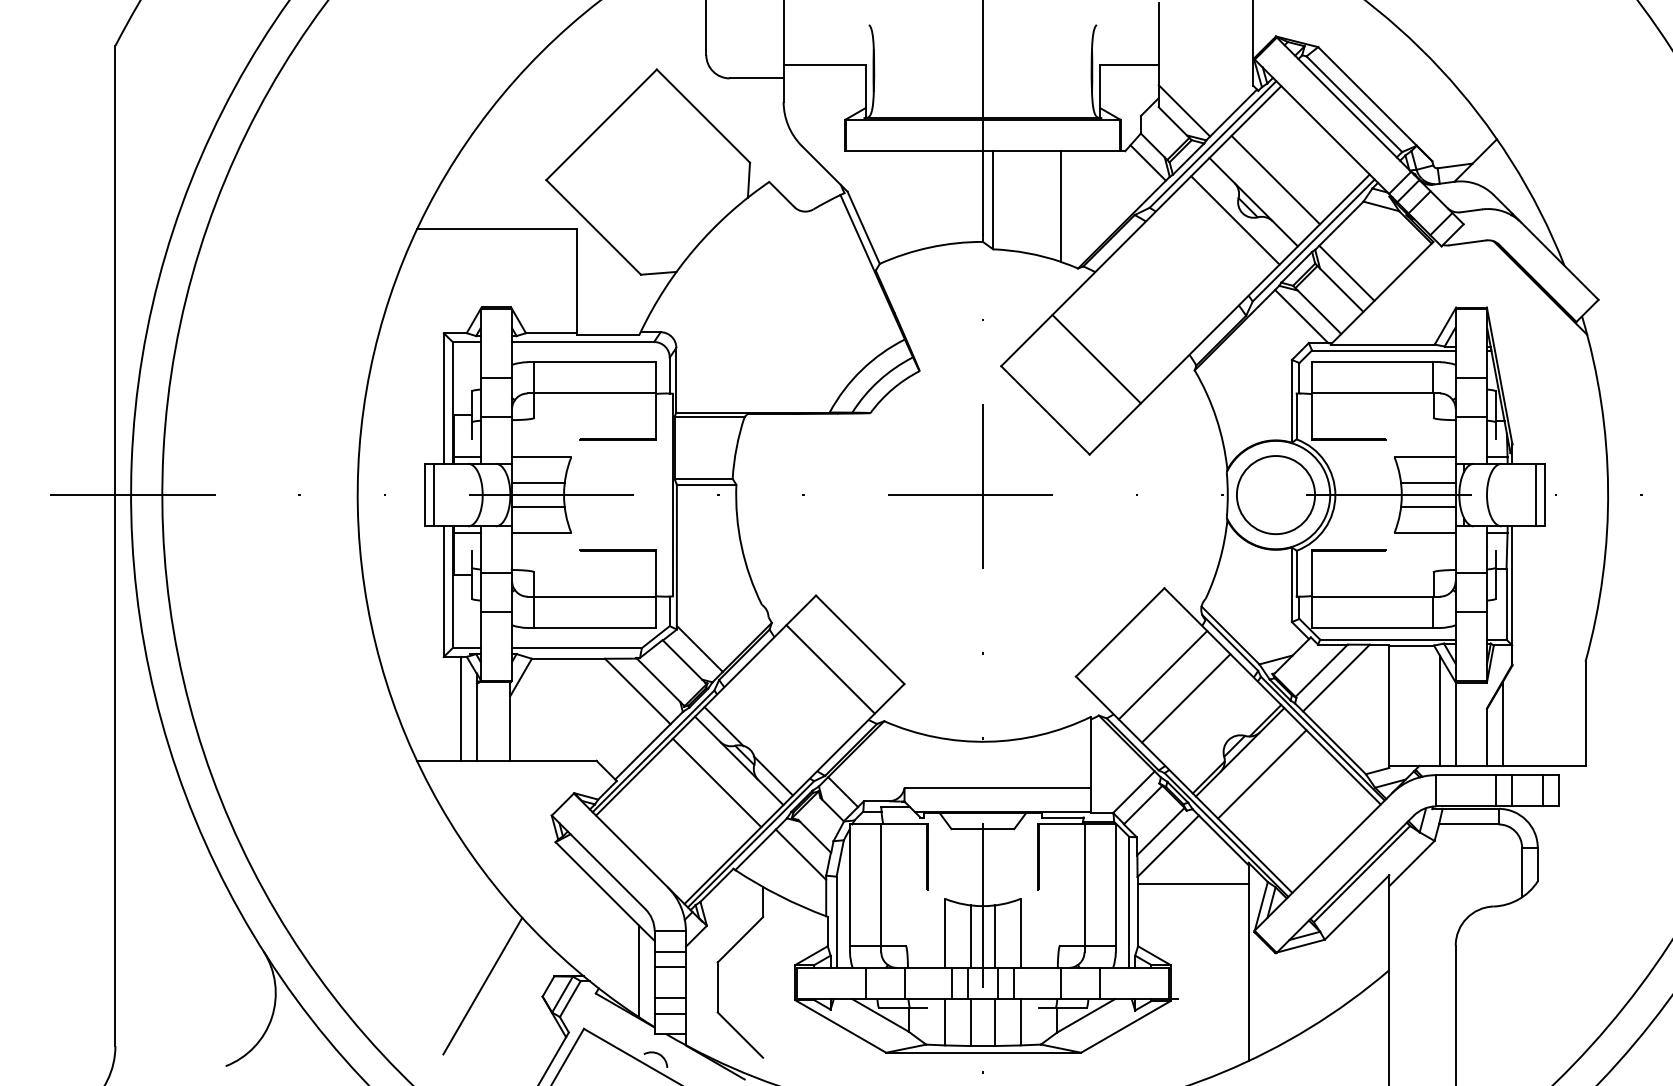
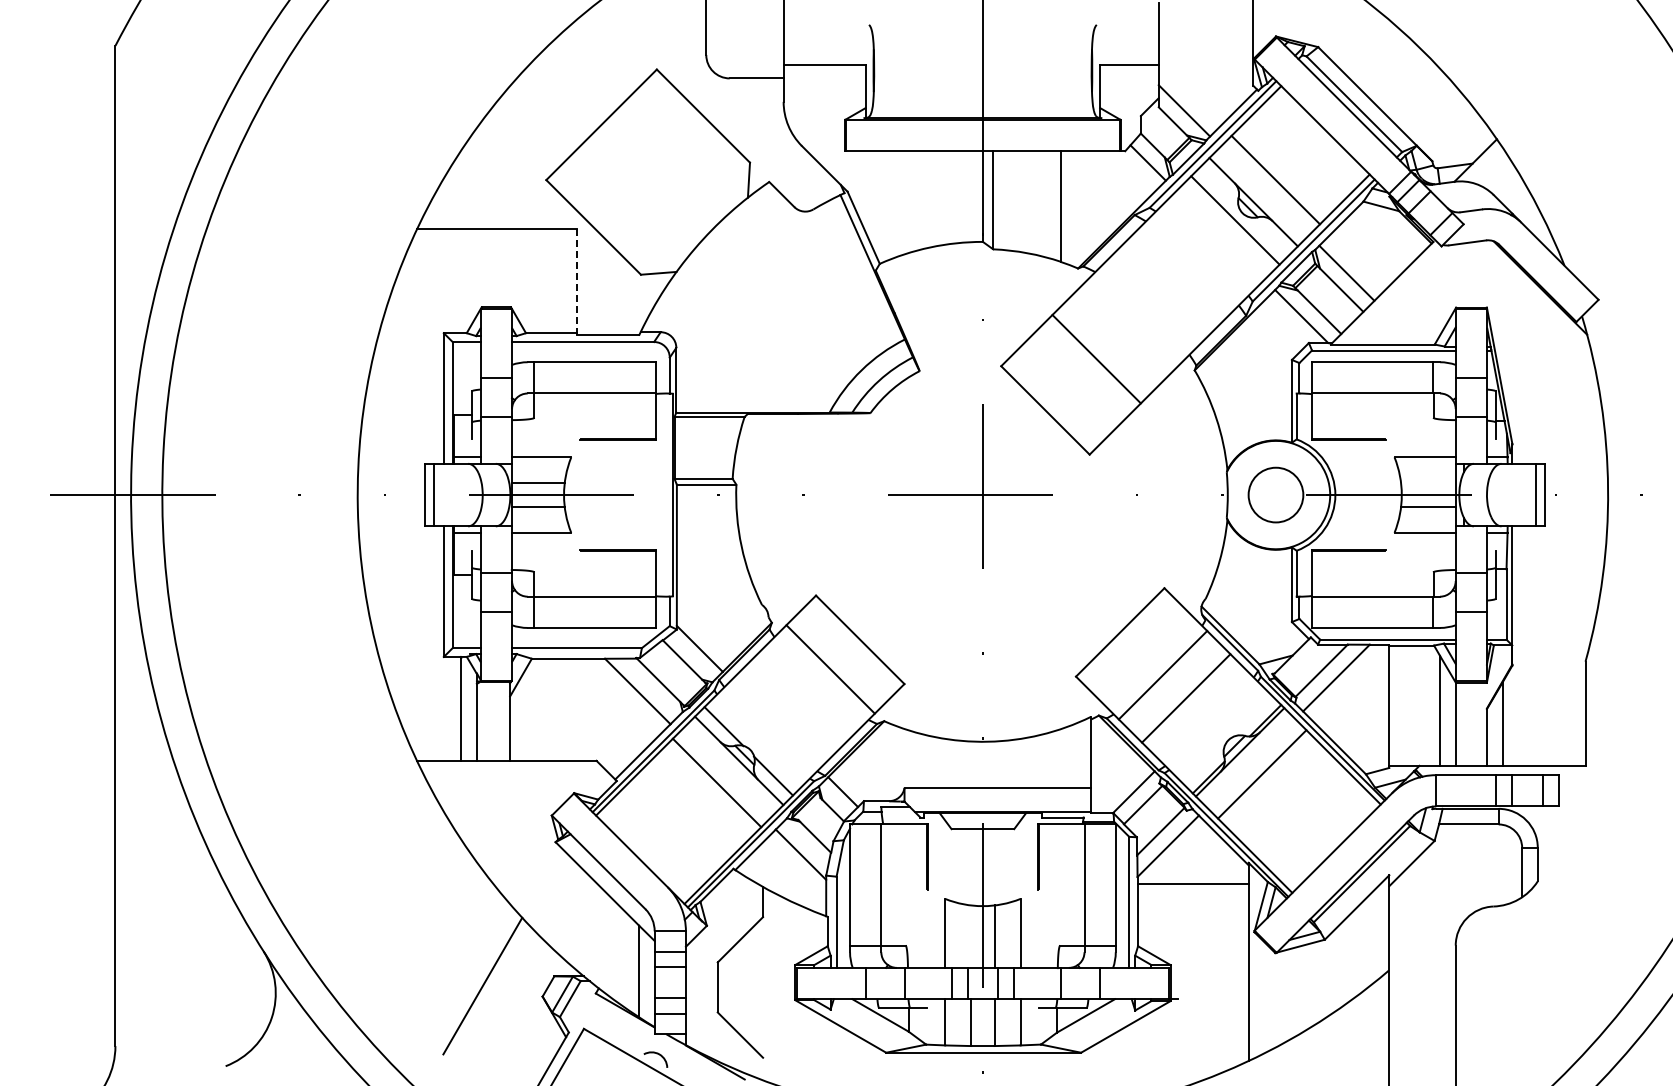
line at (576, 282): solid -> dashed
line at (1428, 483): present -> none
circle at (1275, 495) diameter: 78 px -> 55 px
line at (971, 936): present -> none
